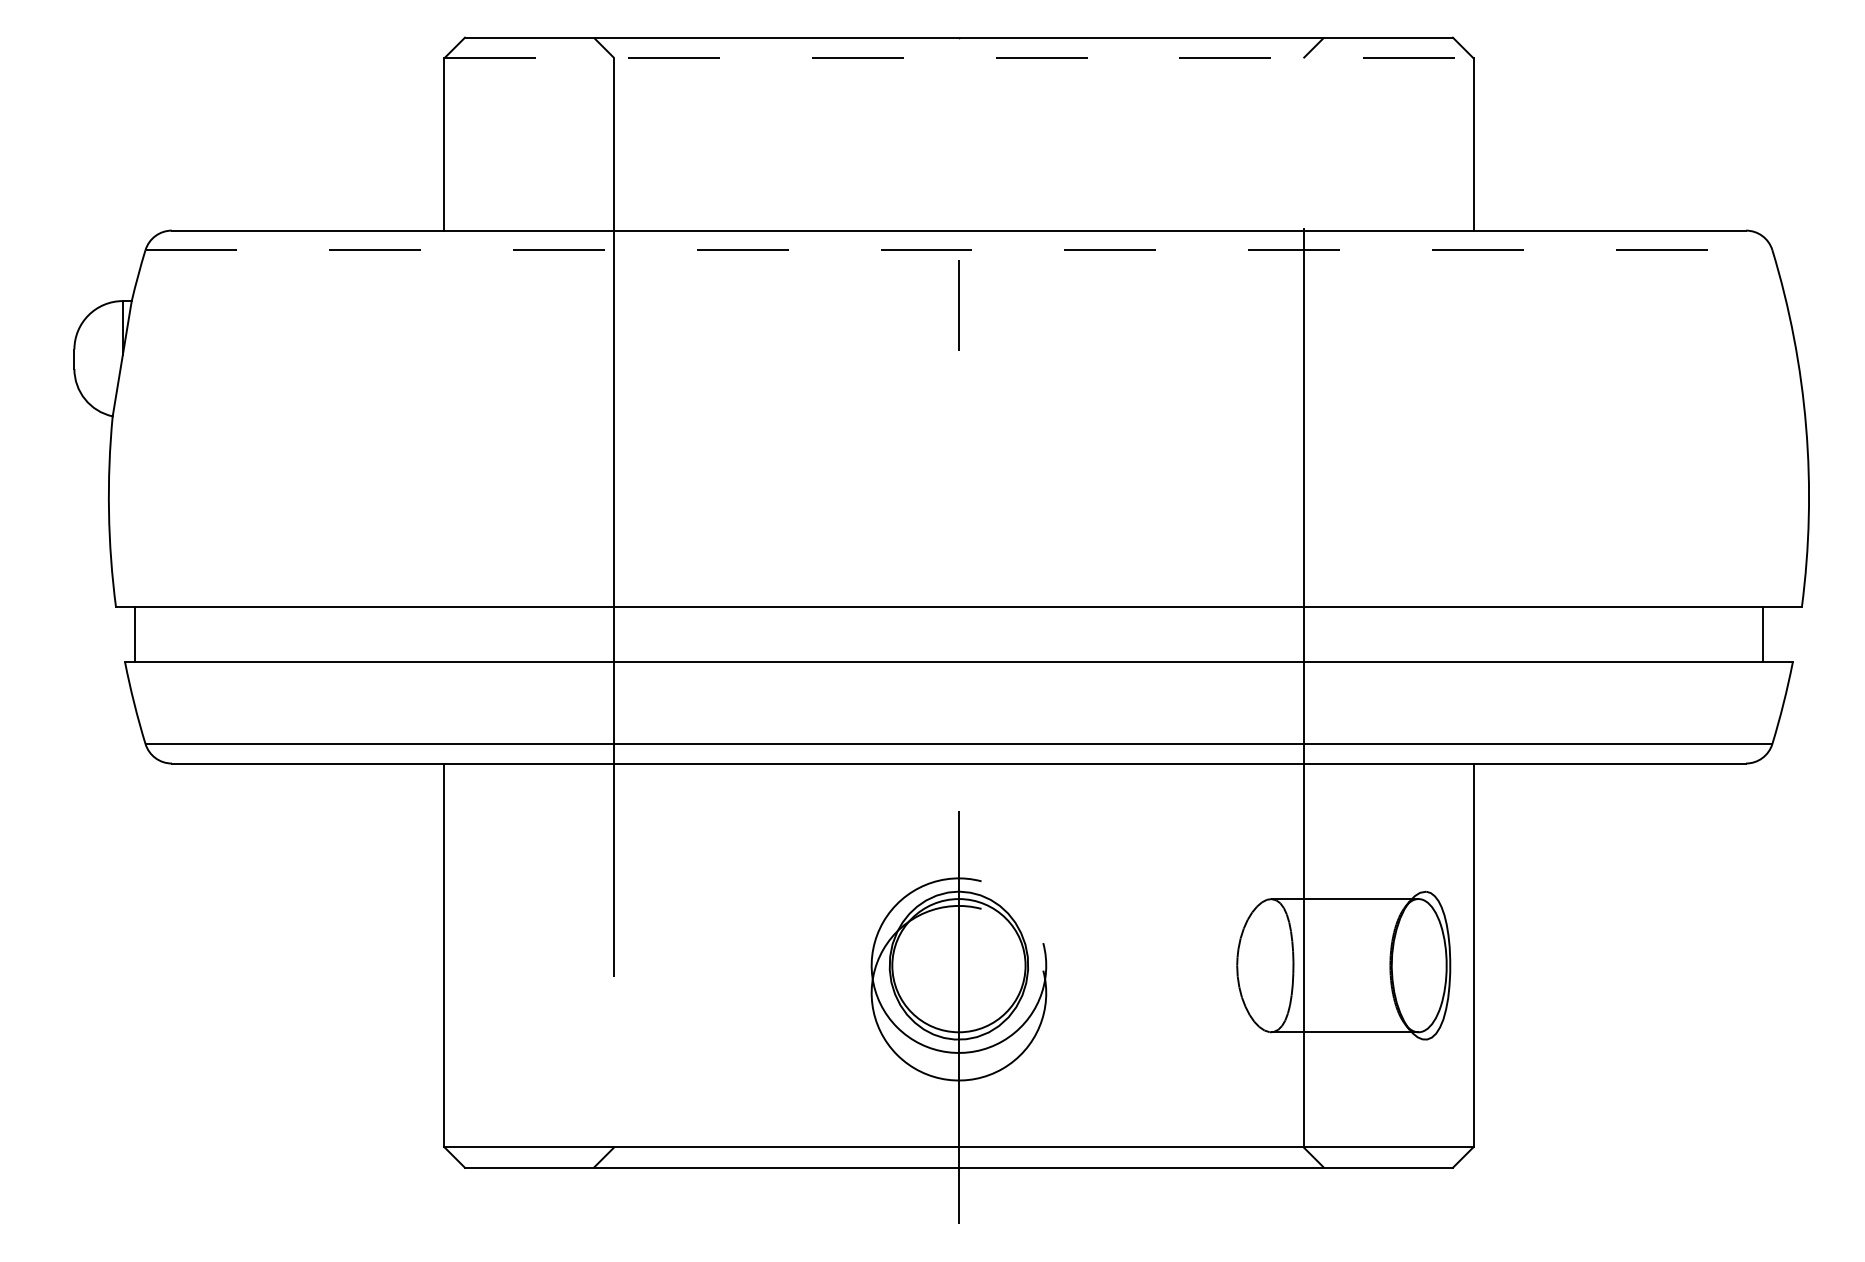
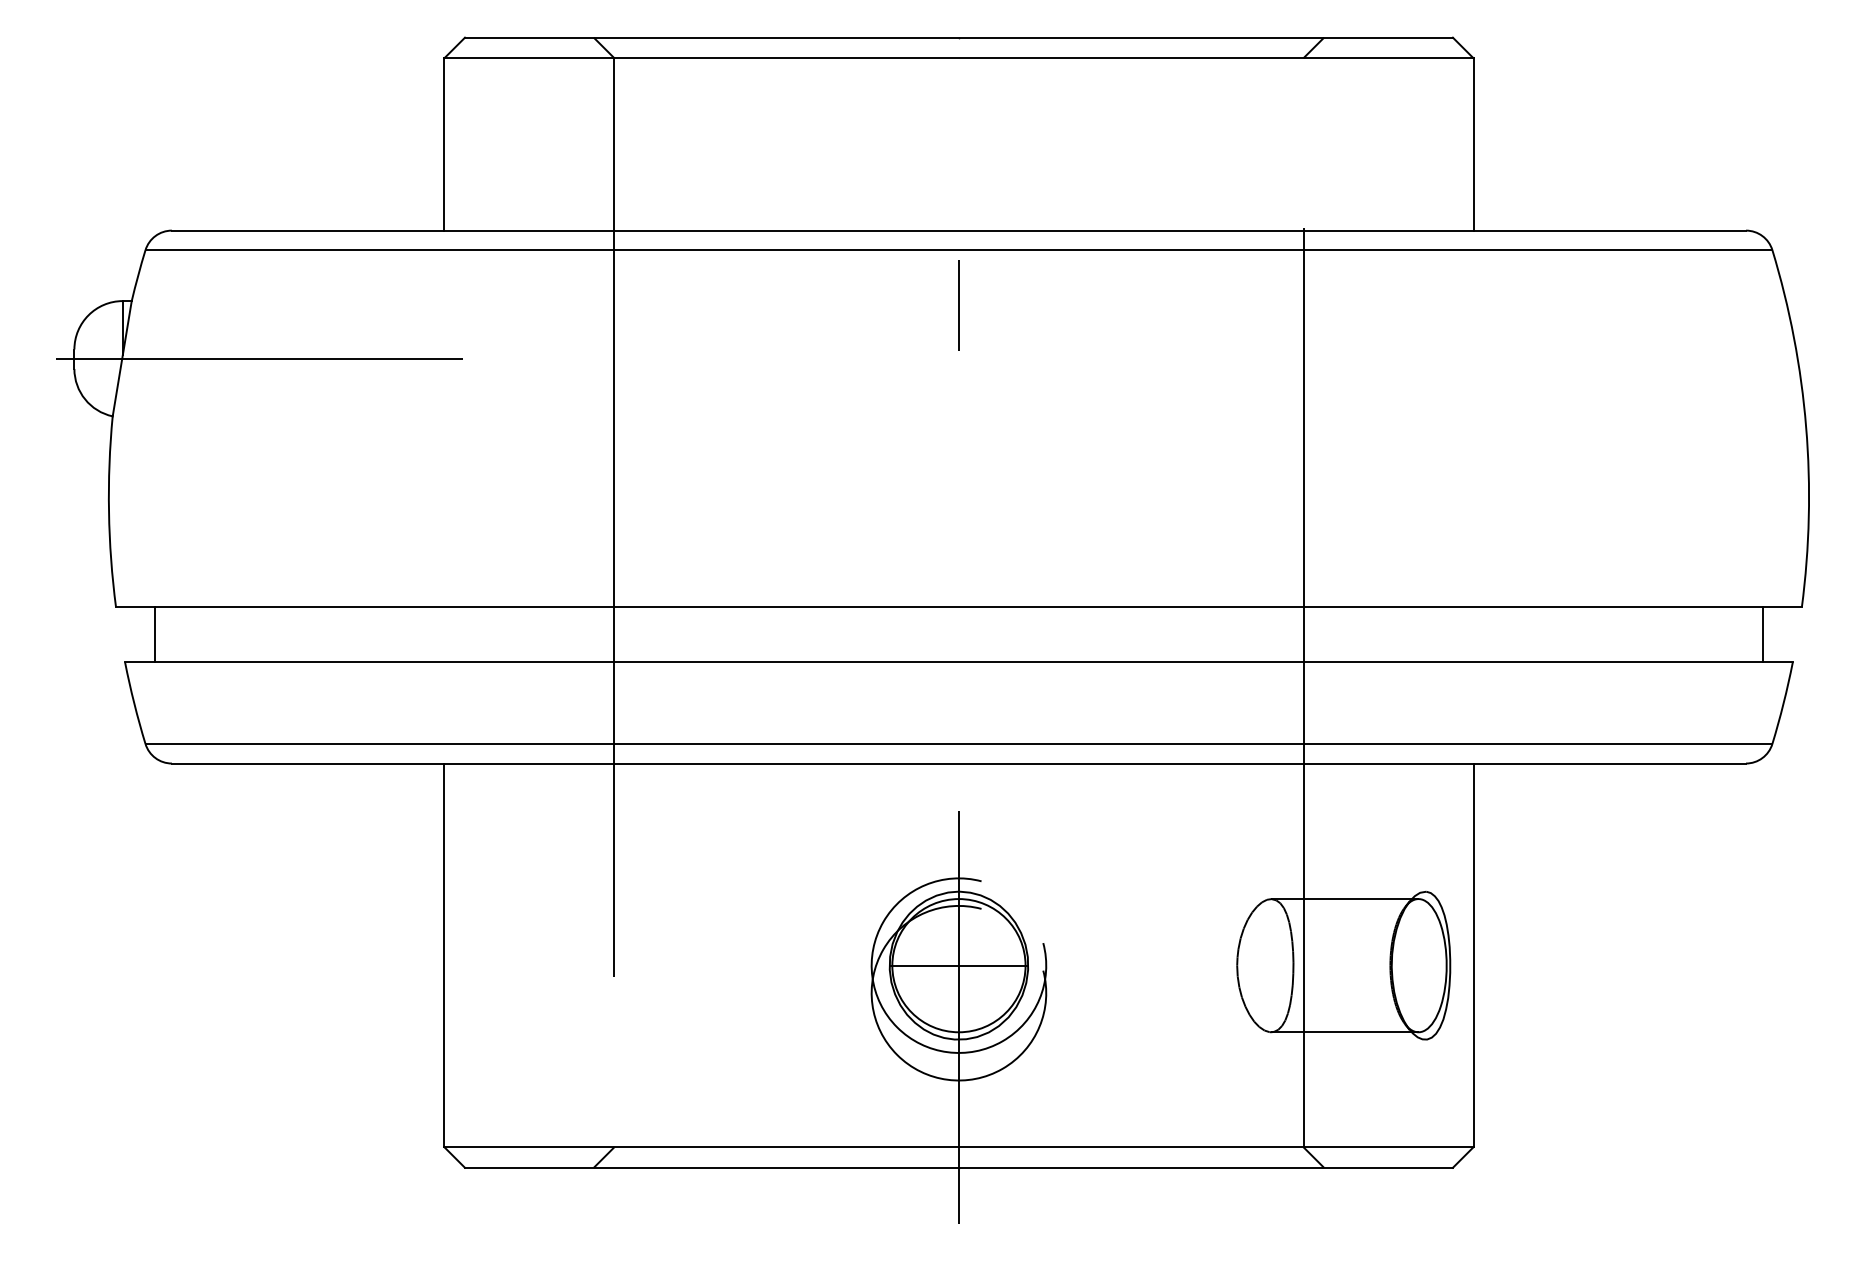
line at (958, 58): dashed -> solid
line at (959, 250): dashed -> solid
line at (258, 359): none -> present
line at (134, 634) position: (134, 634) -> (154, 634)
line at (958, 965): none -> present
